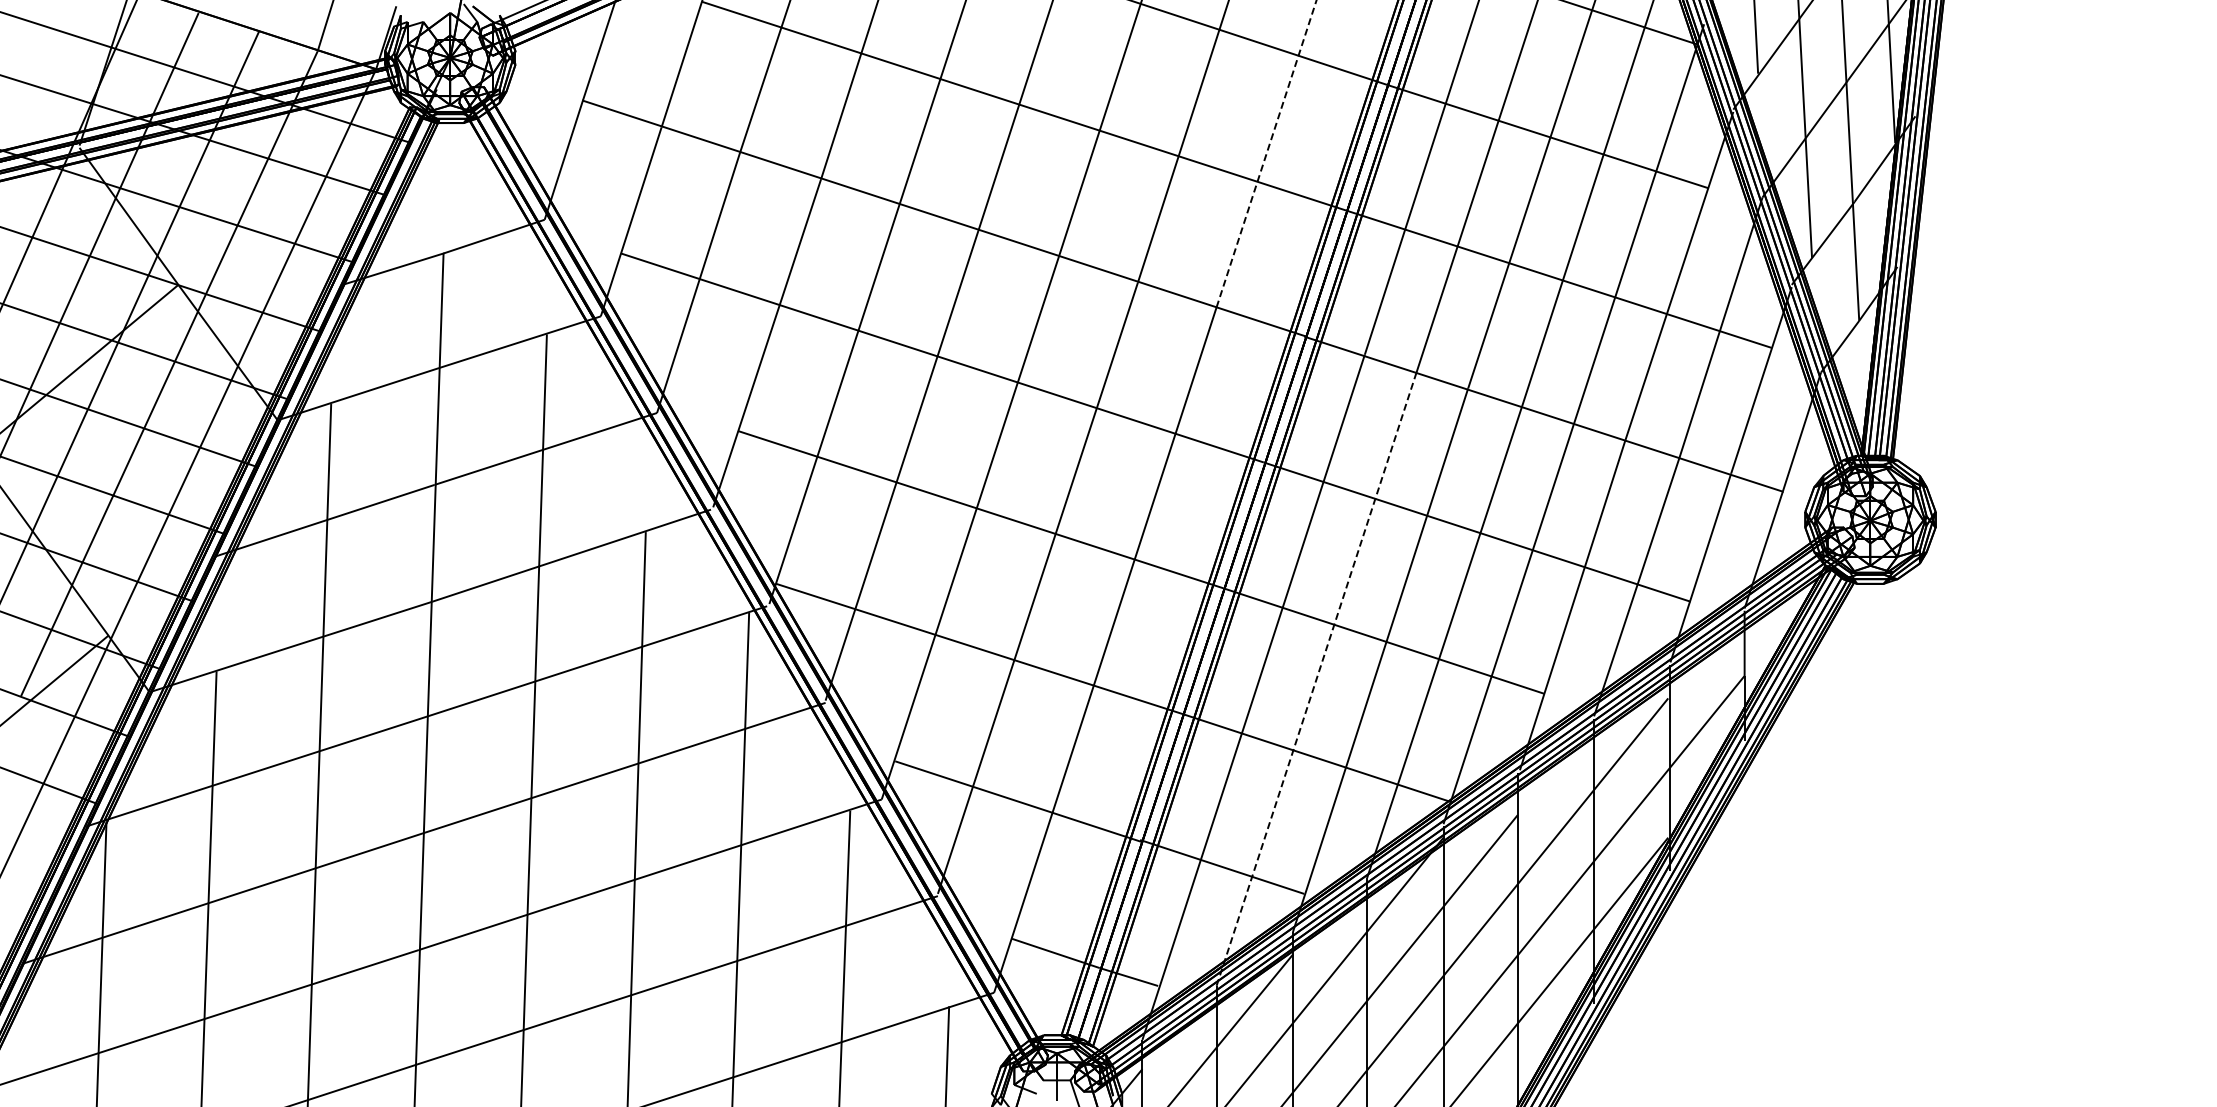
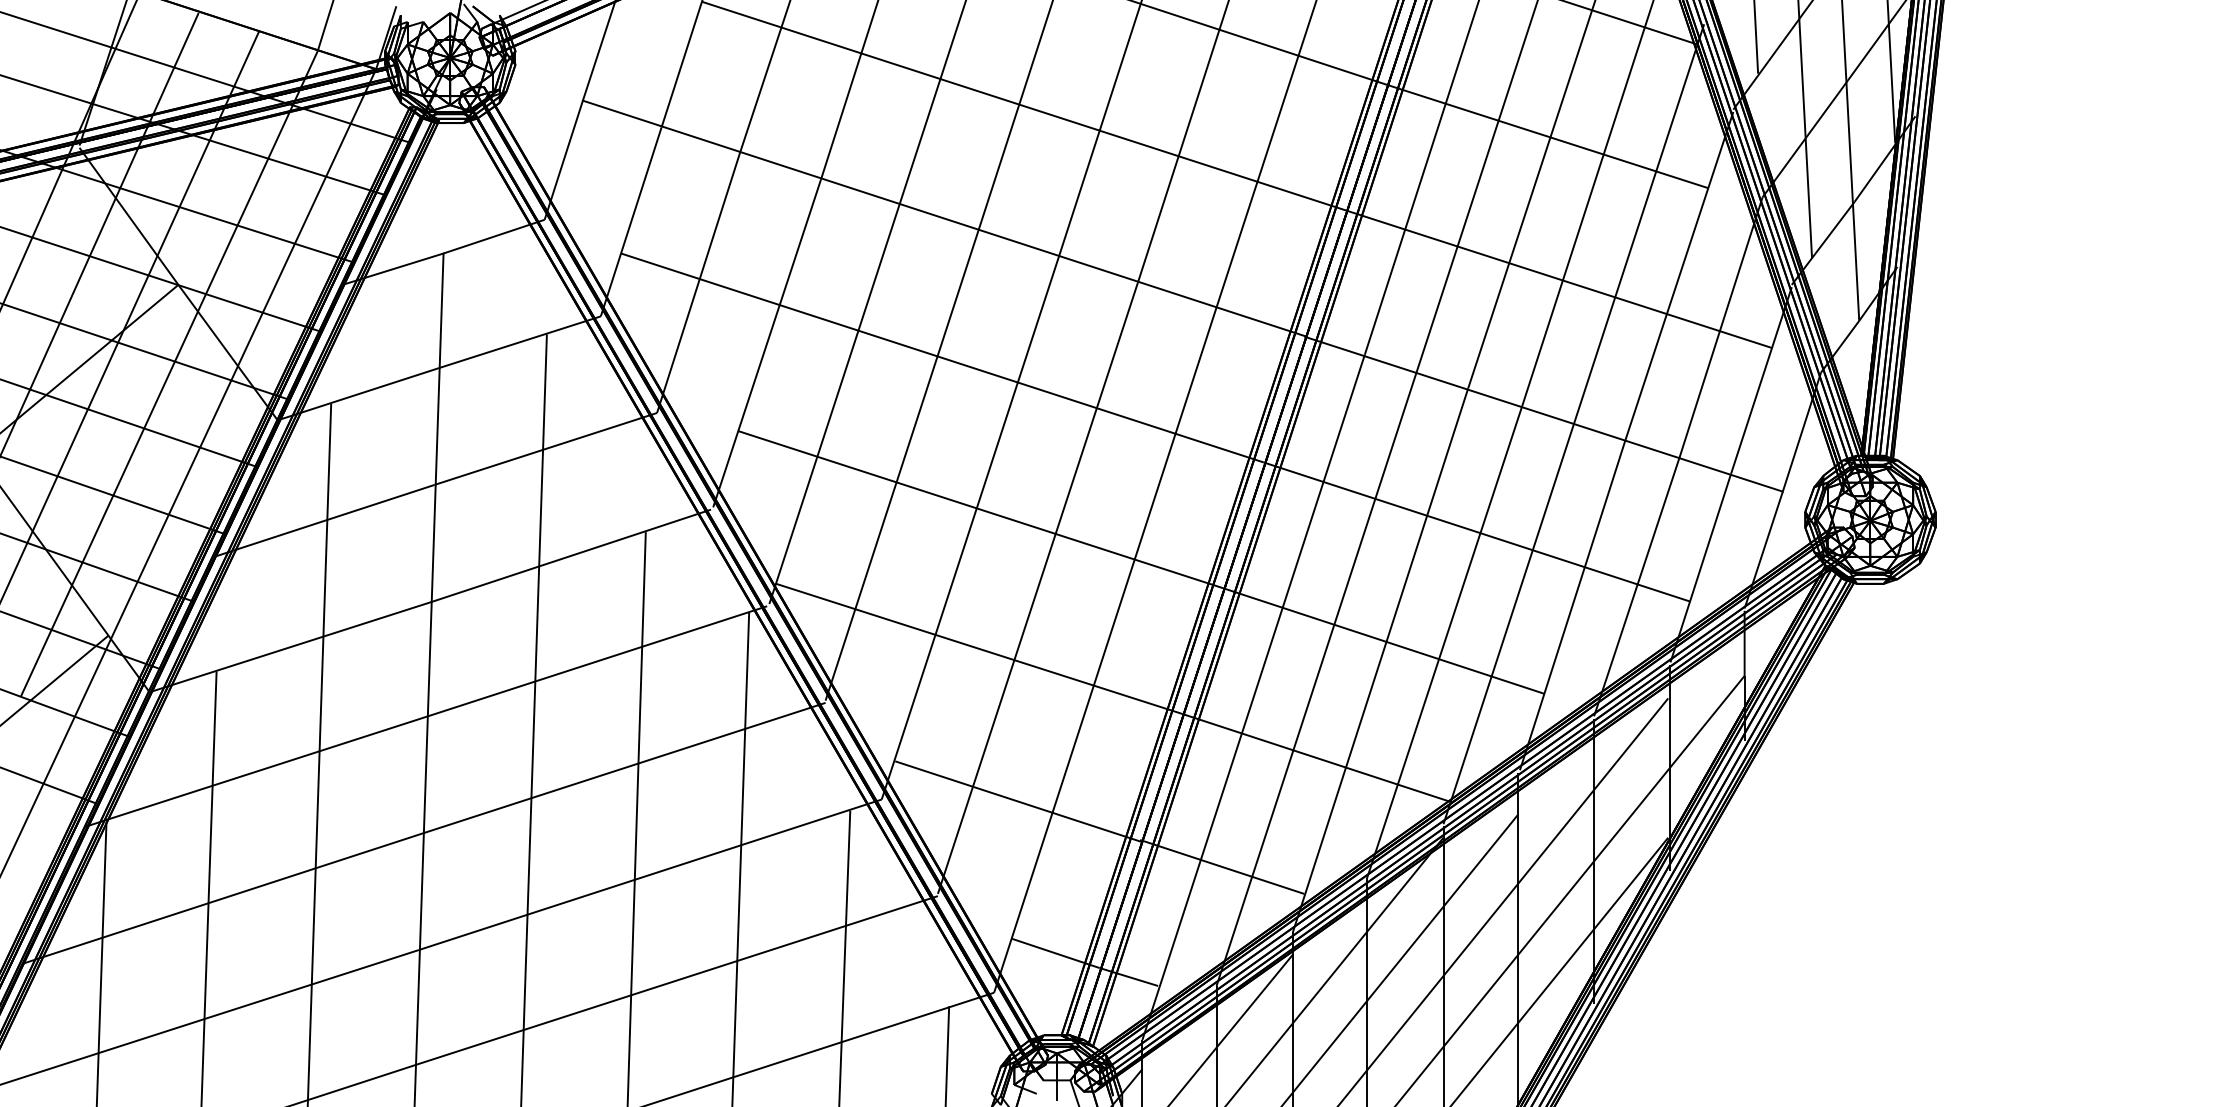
line at (1266, 153): dashed -> solid
line at (1316, 679): dashed -> solid
